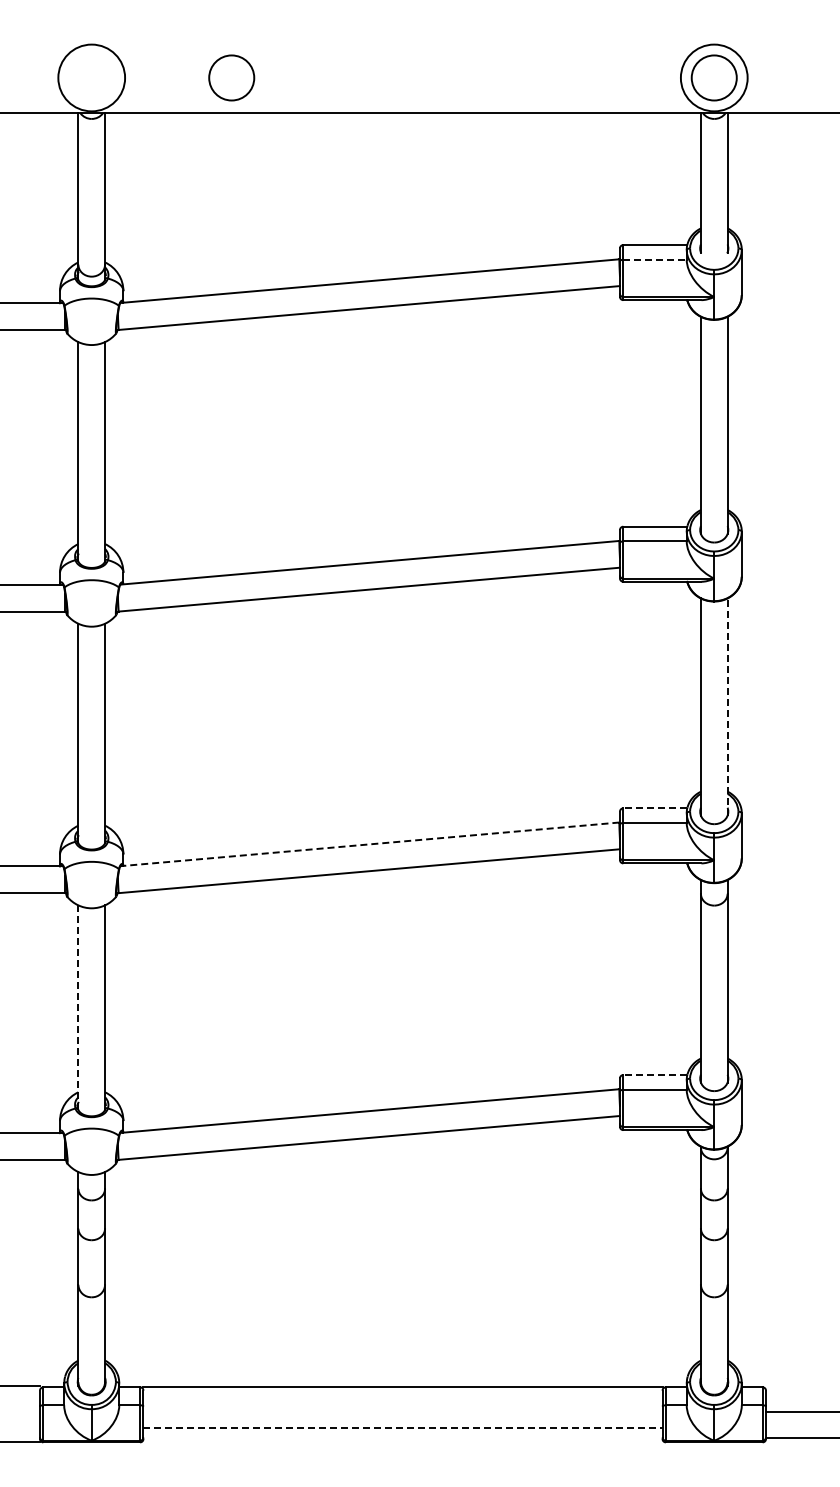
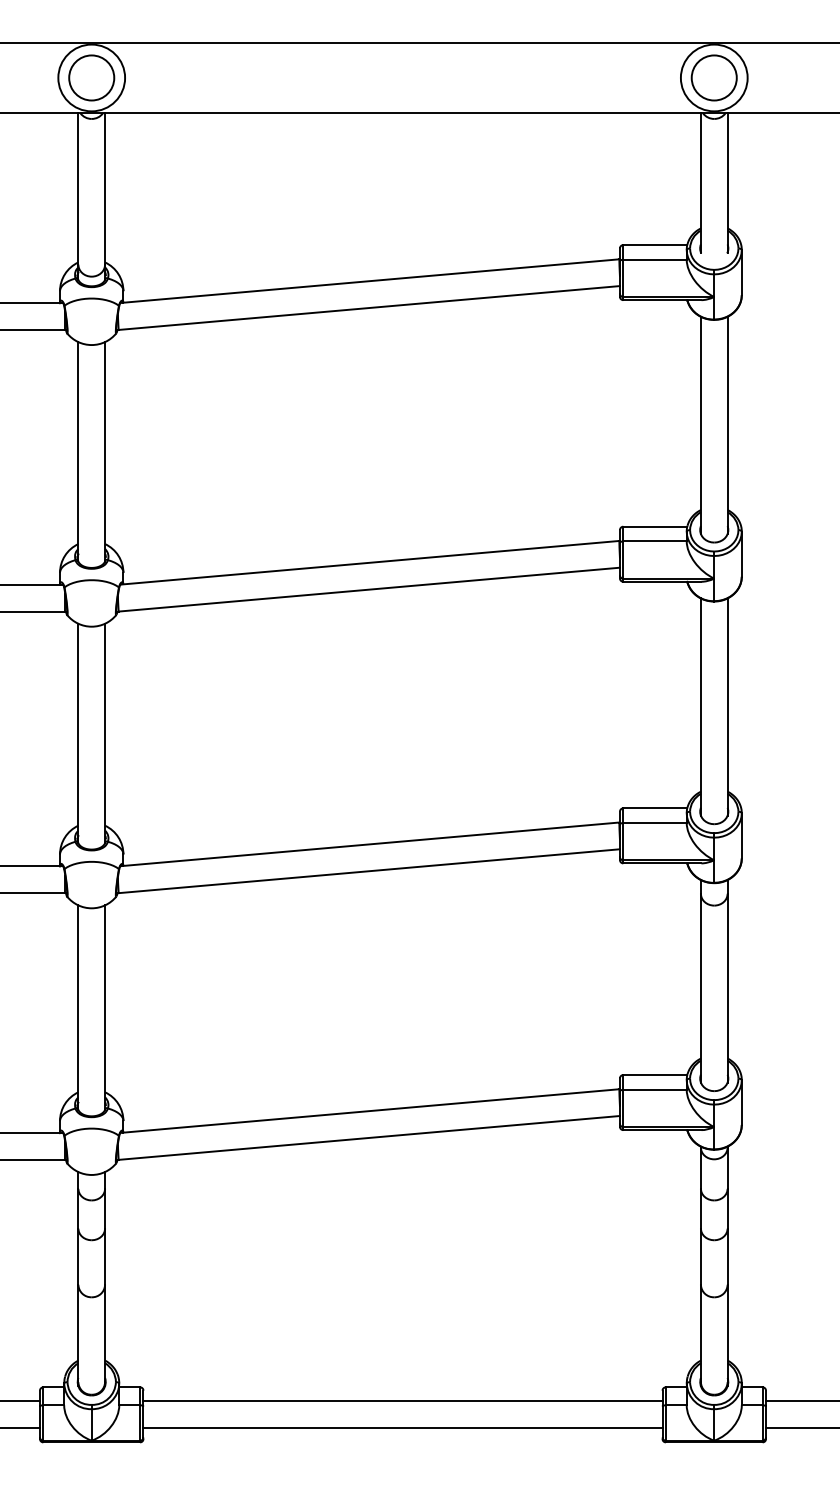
line at (419, 42): none -> present
circle at (231, 77) position: (231, 77) -> (91, 77)
line at (655, 259): dashed -> solid
line at (727, 707): dashed -> solid
line at (654, 808): dashed -> solid
line at (369, 844): dashed -> solid
line at (78, 1008): dashed -> solid
line at (654, 1075): dashed -> solid
line at (21, 1386) position: (21, 1386) -> (21, 1401)
line at (402, 1387) position: (402, 1387) -> (402, 1401)
line at (801, 1412) position: (801, 1412) -> (801, 1401)
line at (403, 1428): dashed -> solid
line at (801, 1438) position: (801, 1438) -> (801, 1428)
line at (21, 1442) position: (21, 1442) -> (21, 1428)
